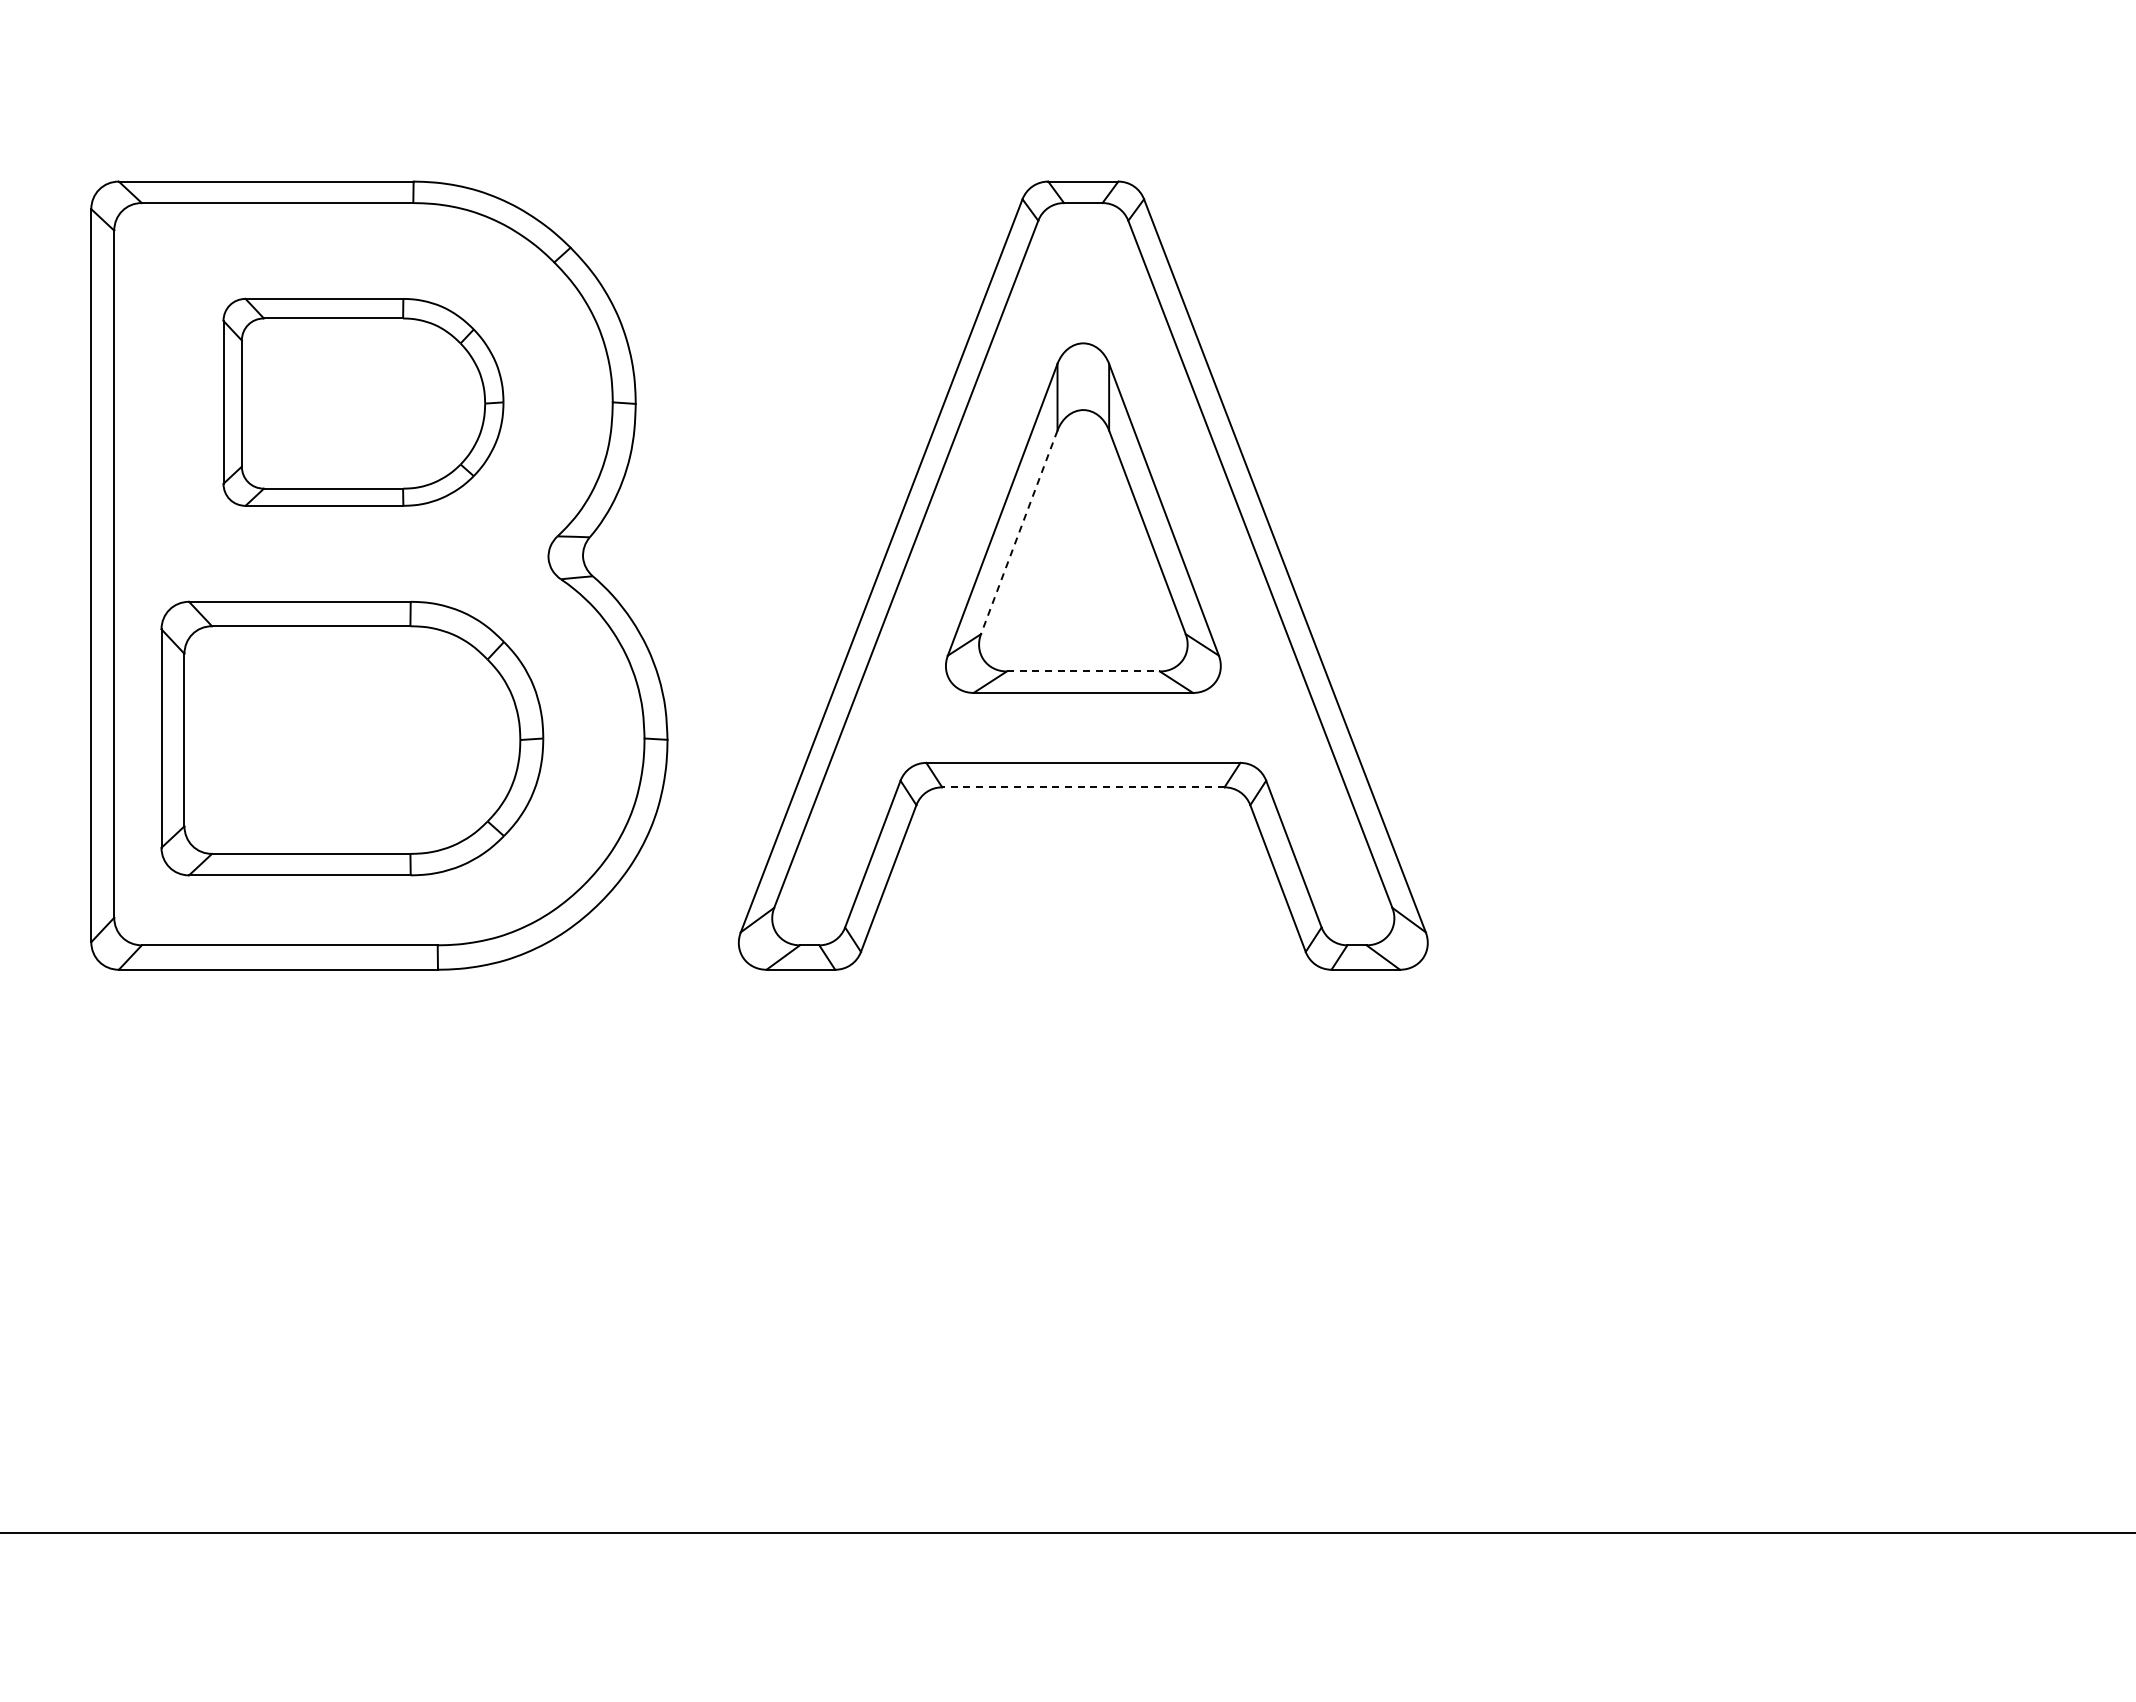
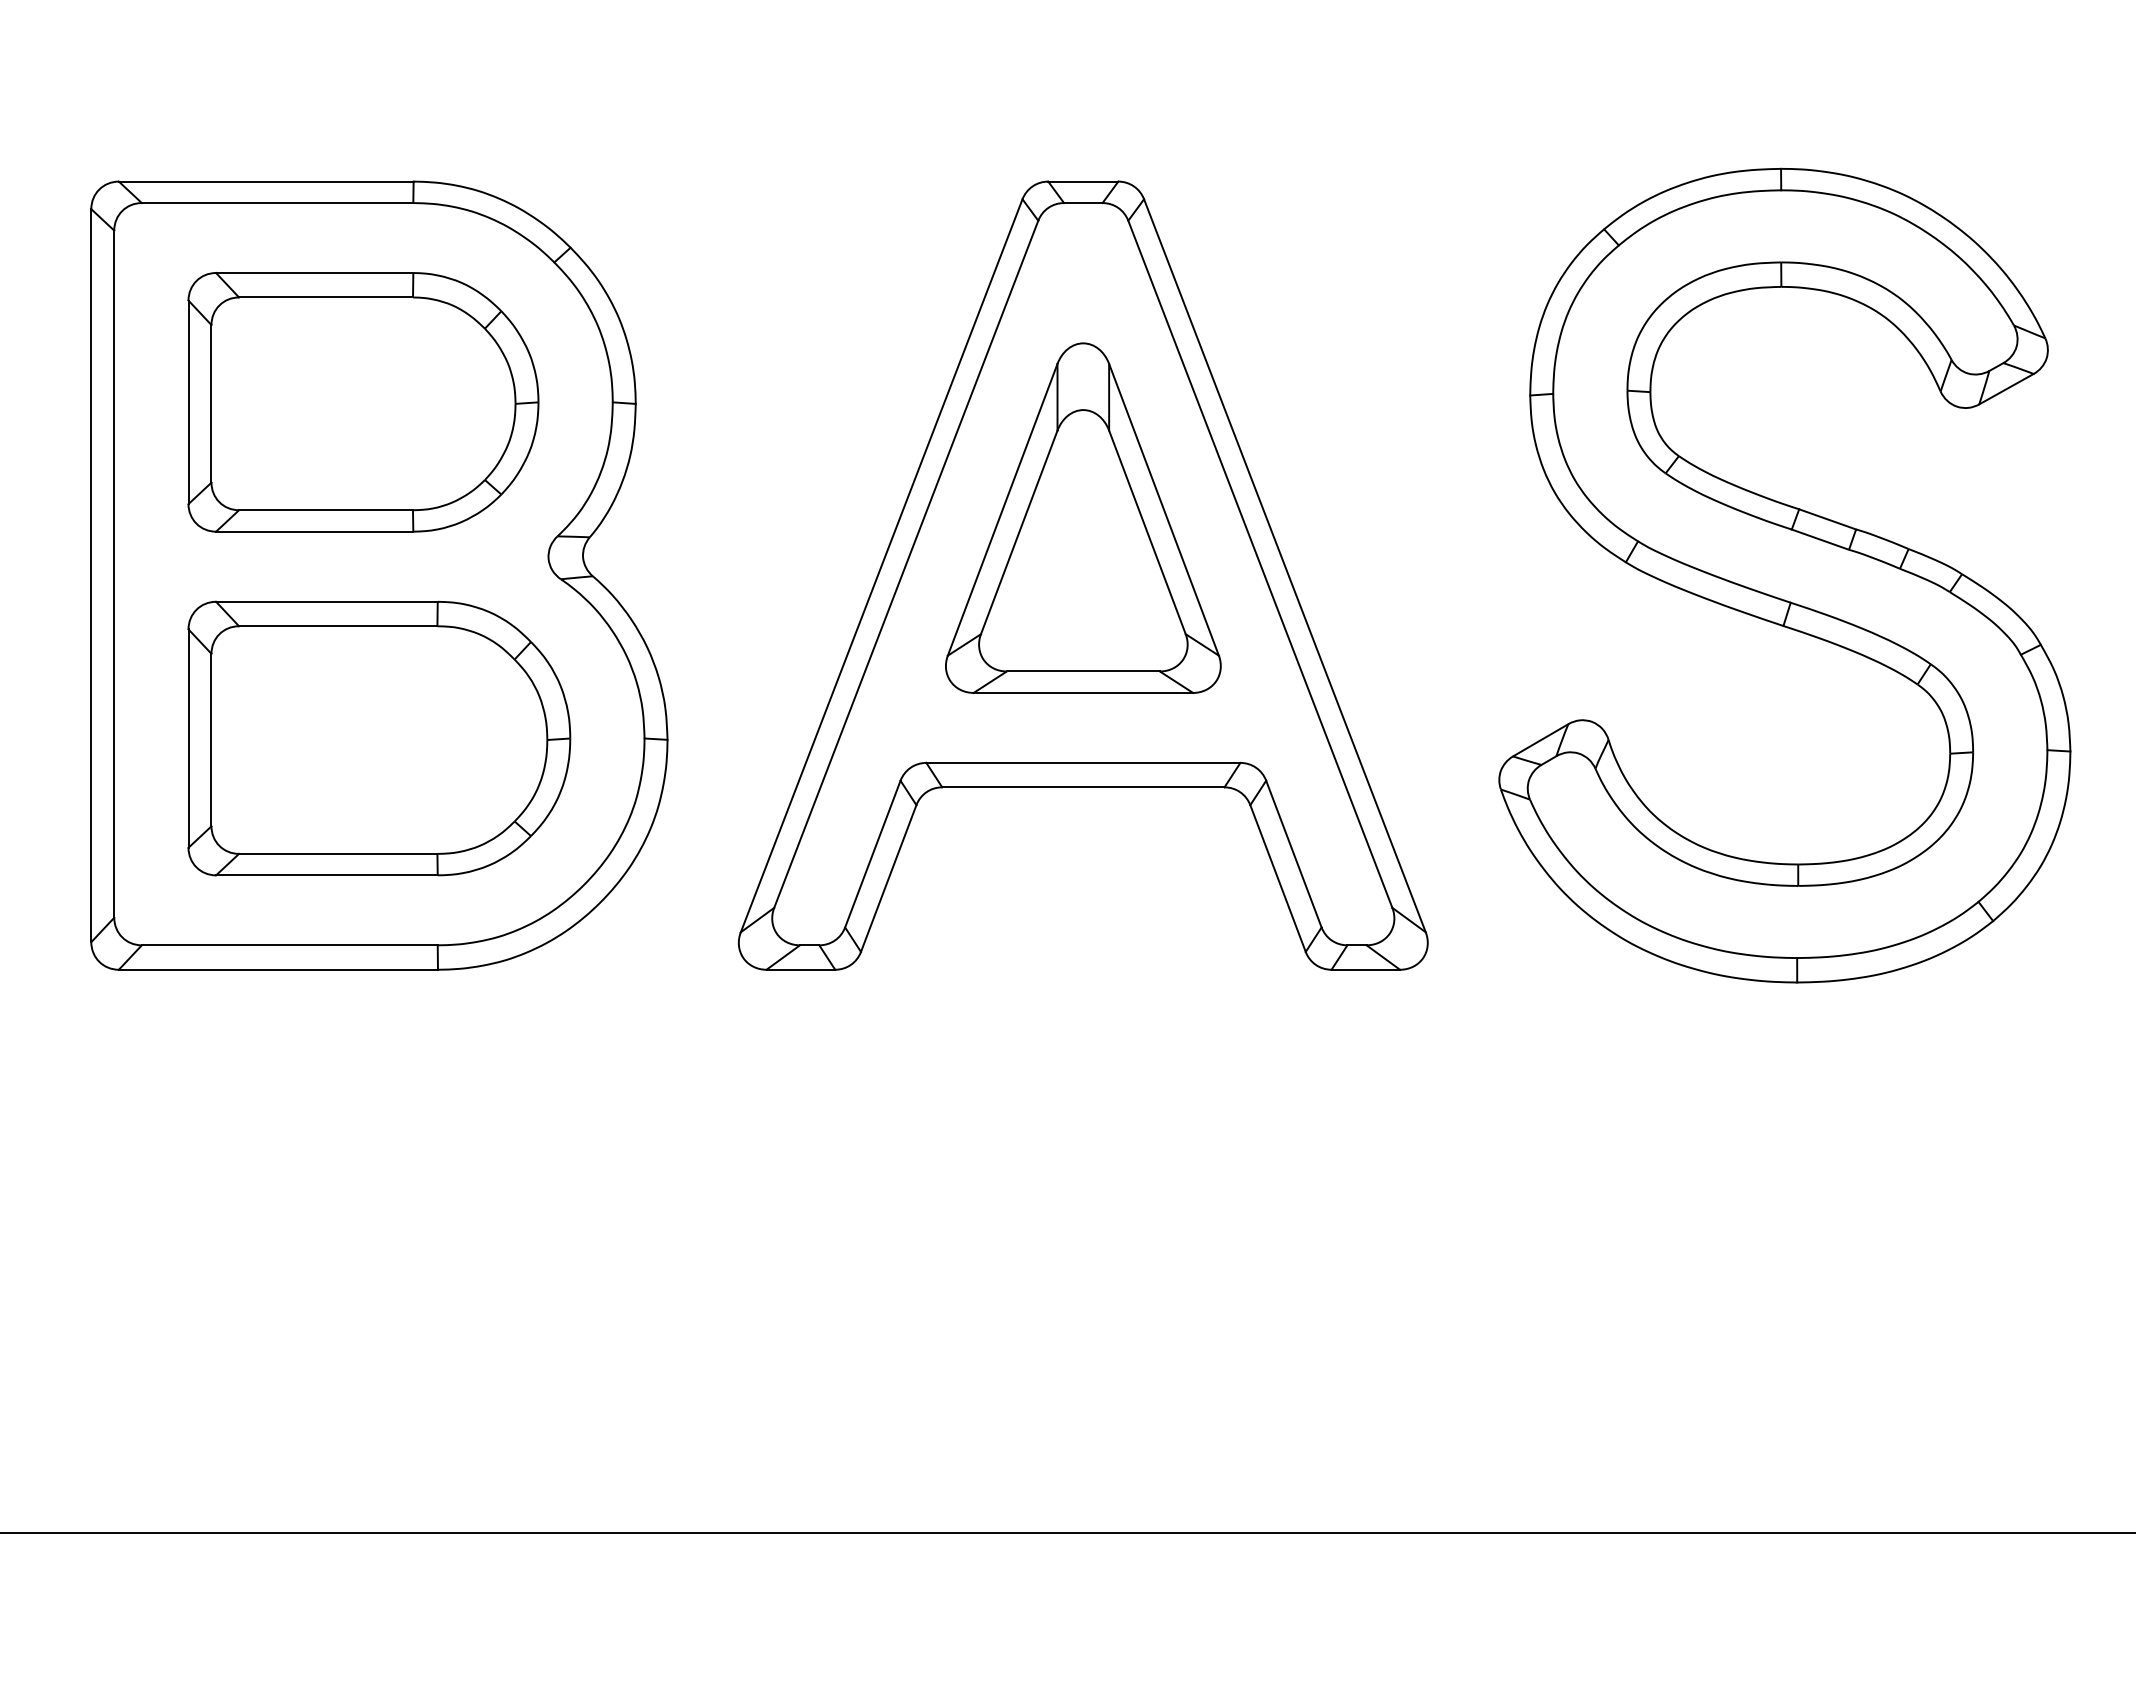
part at (363, 401) size: 283x210 px -> 353x261 px
line at (1019, 532): dashed -> solid
part at (1784, 575): none -> present
line at (1083, 671): dashed -> solid
part at (352, 738) position: (352, 738) -> (379, 738)
line at (1082, 787): dashed -> solid
